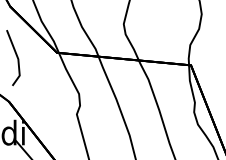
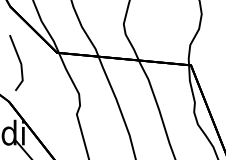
line at (16, 57) position: (16, 57) -> (19, 62)
